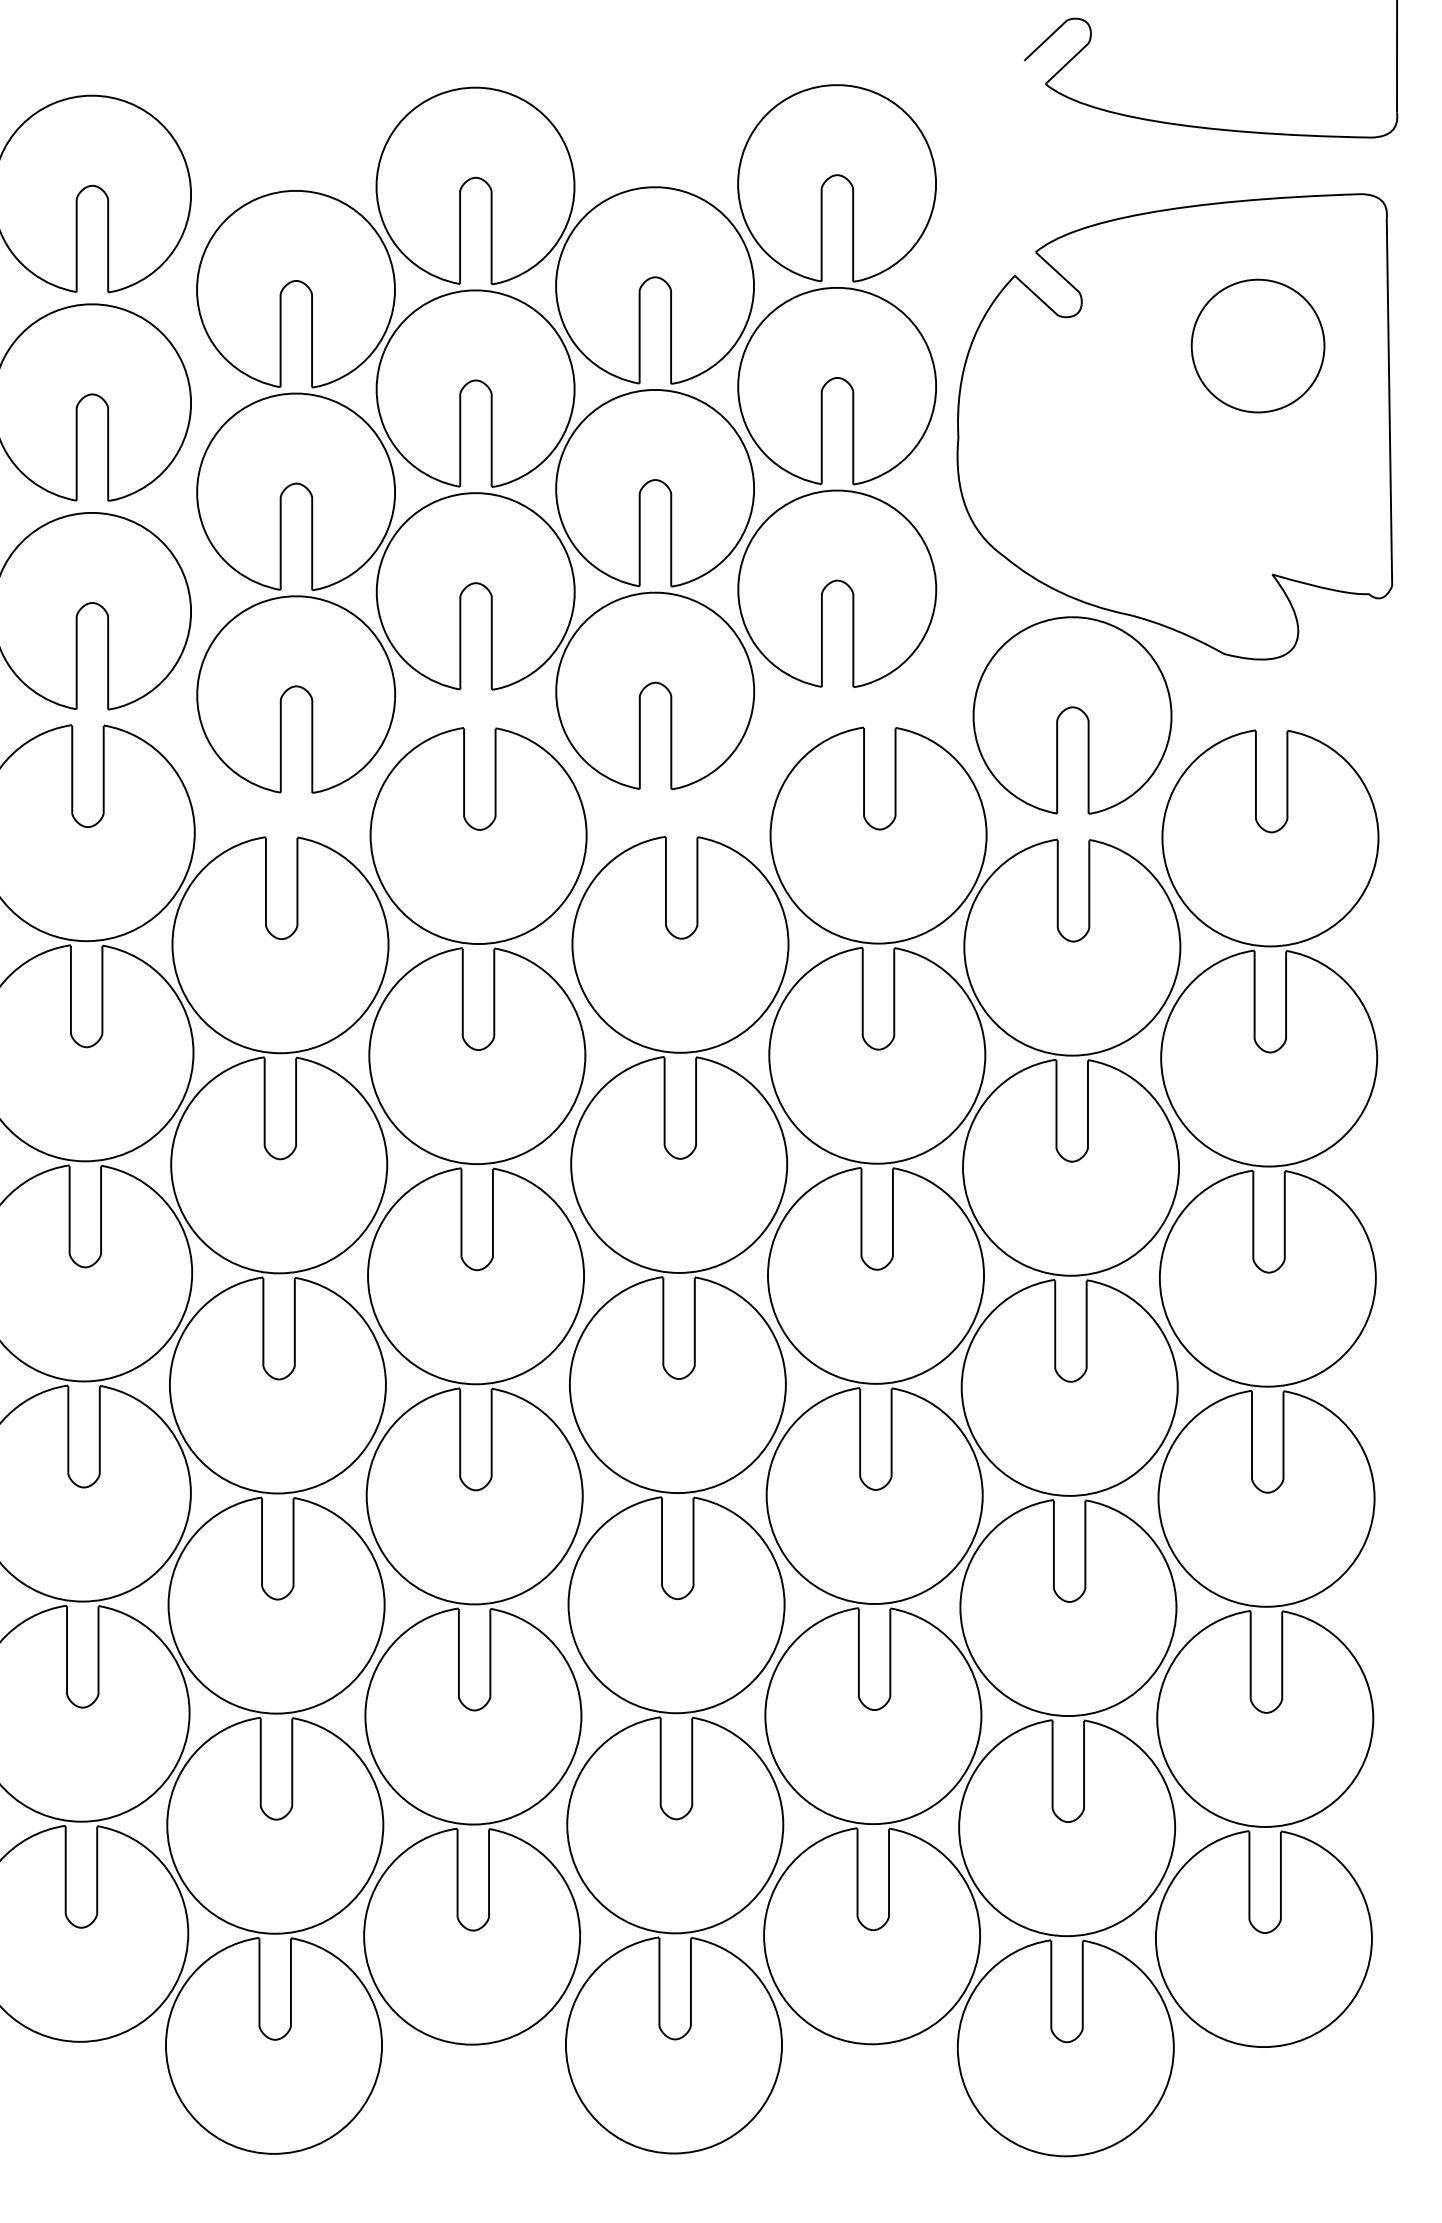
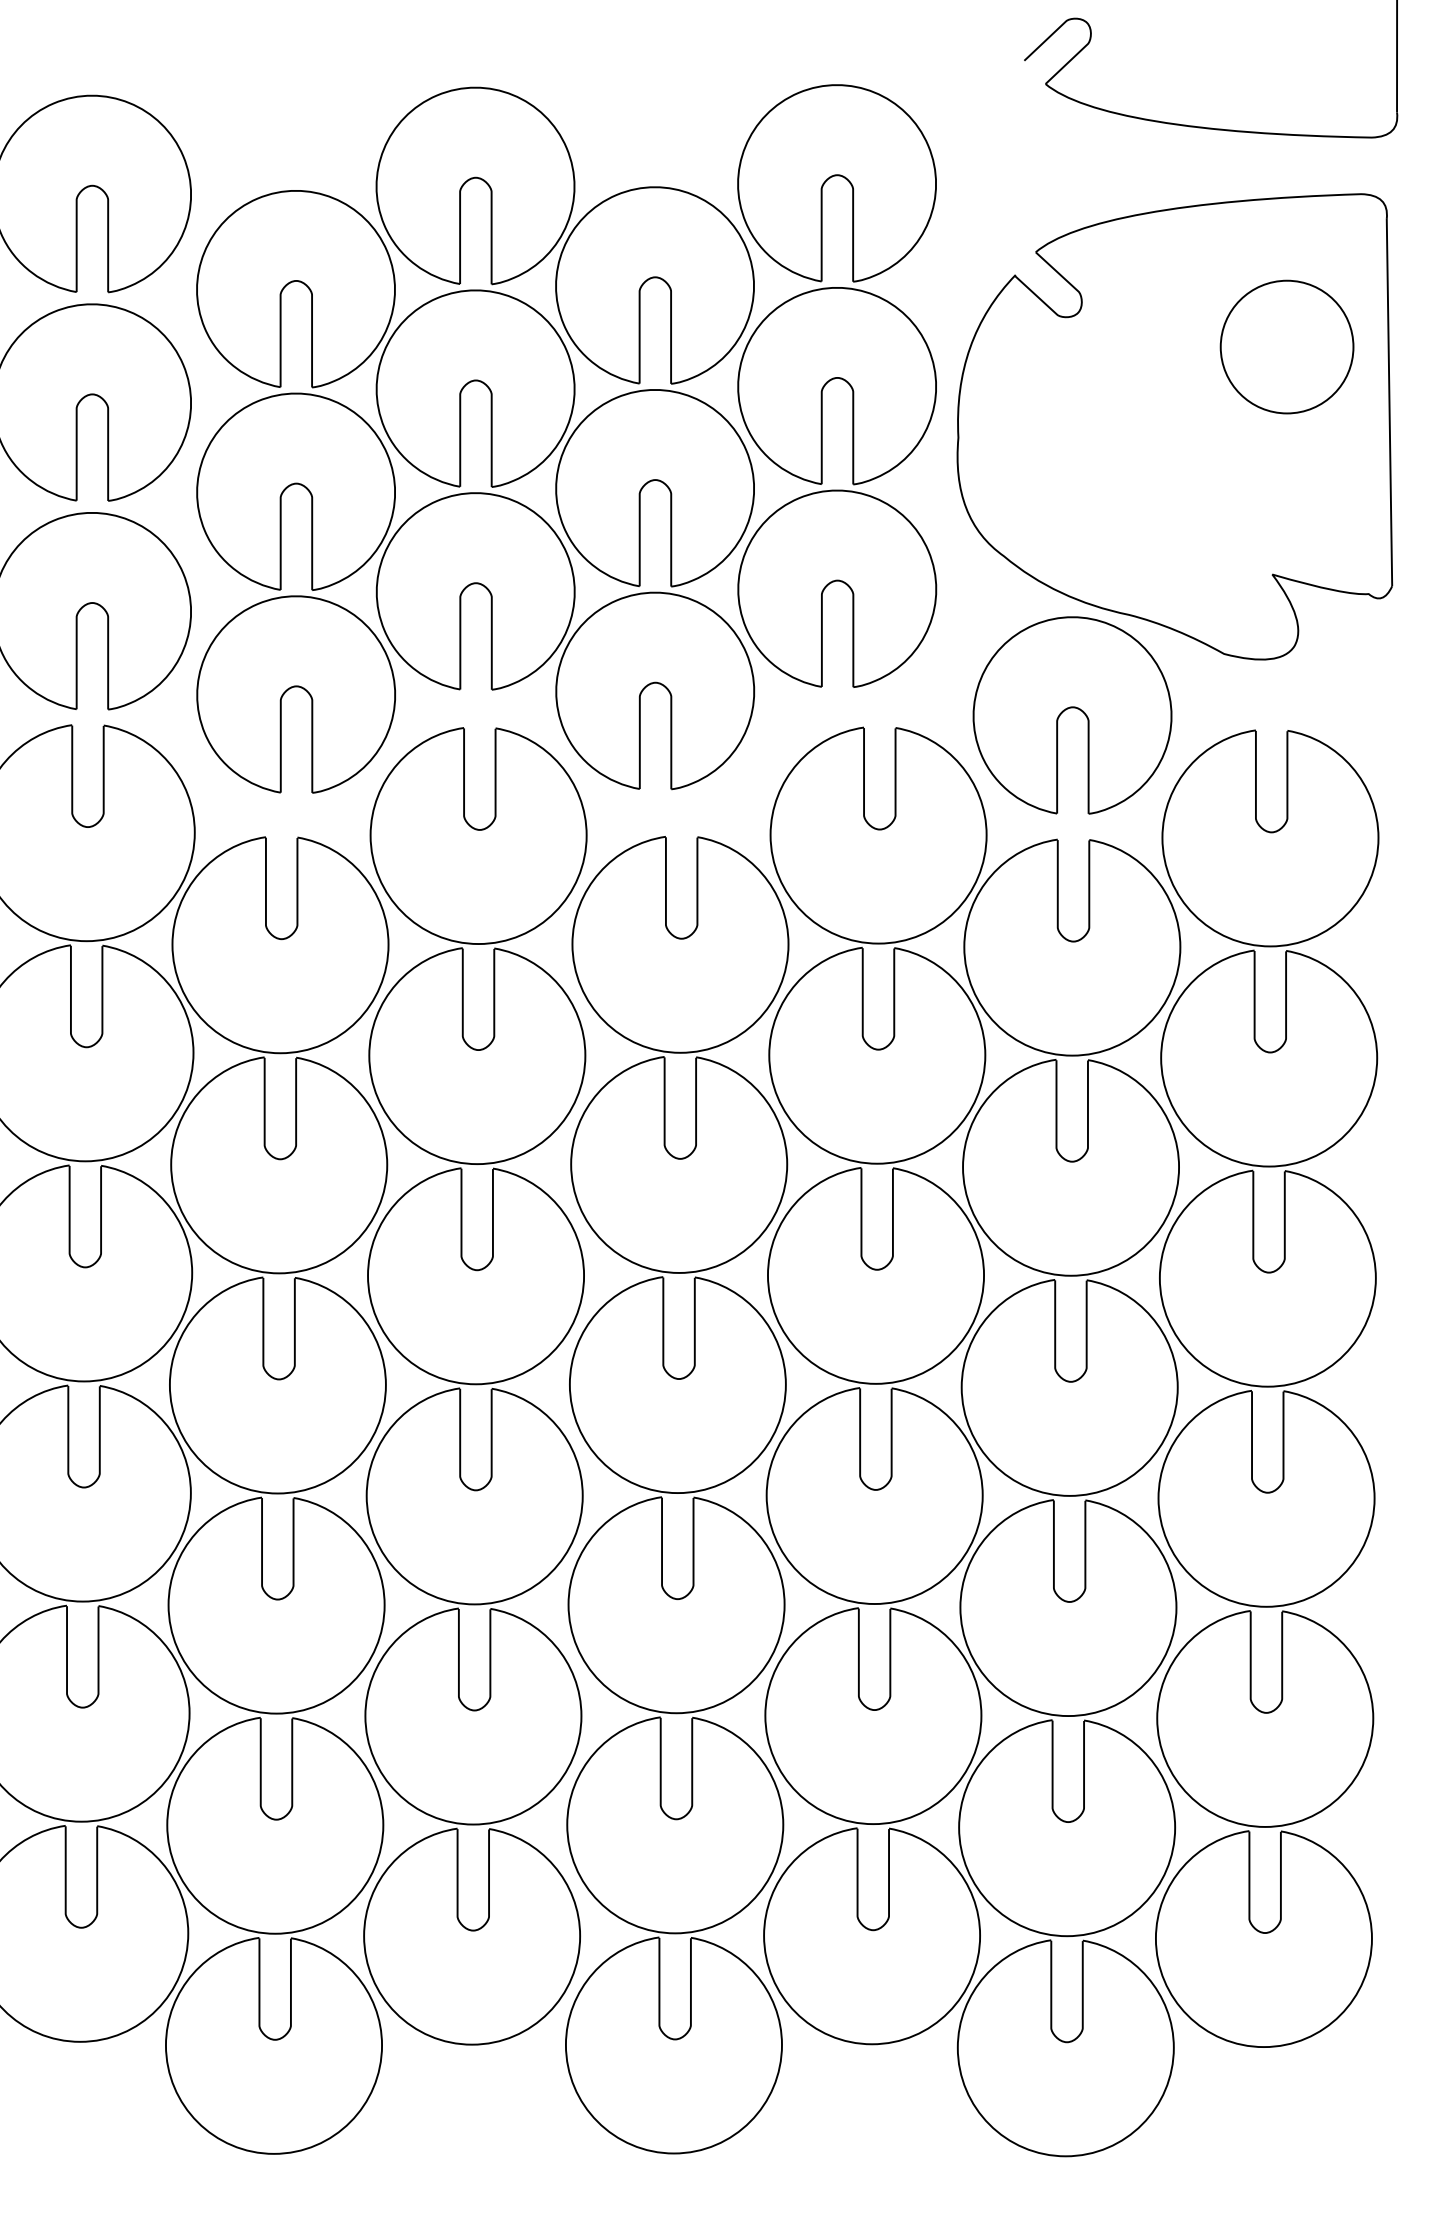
part at (1257, 345) position: (1257, 345) -> (1286, 346)
